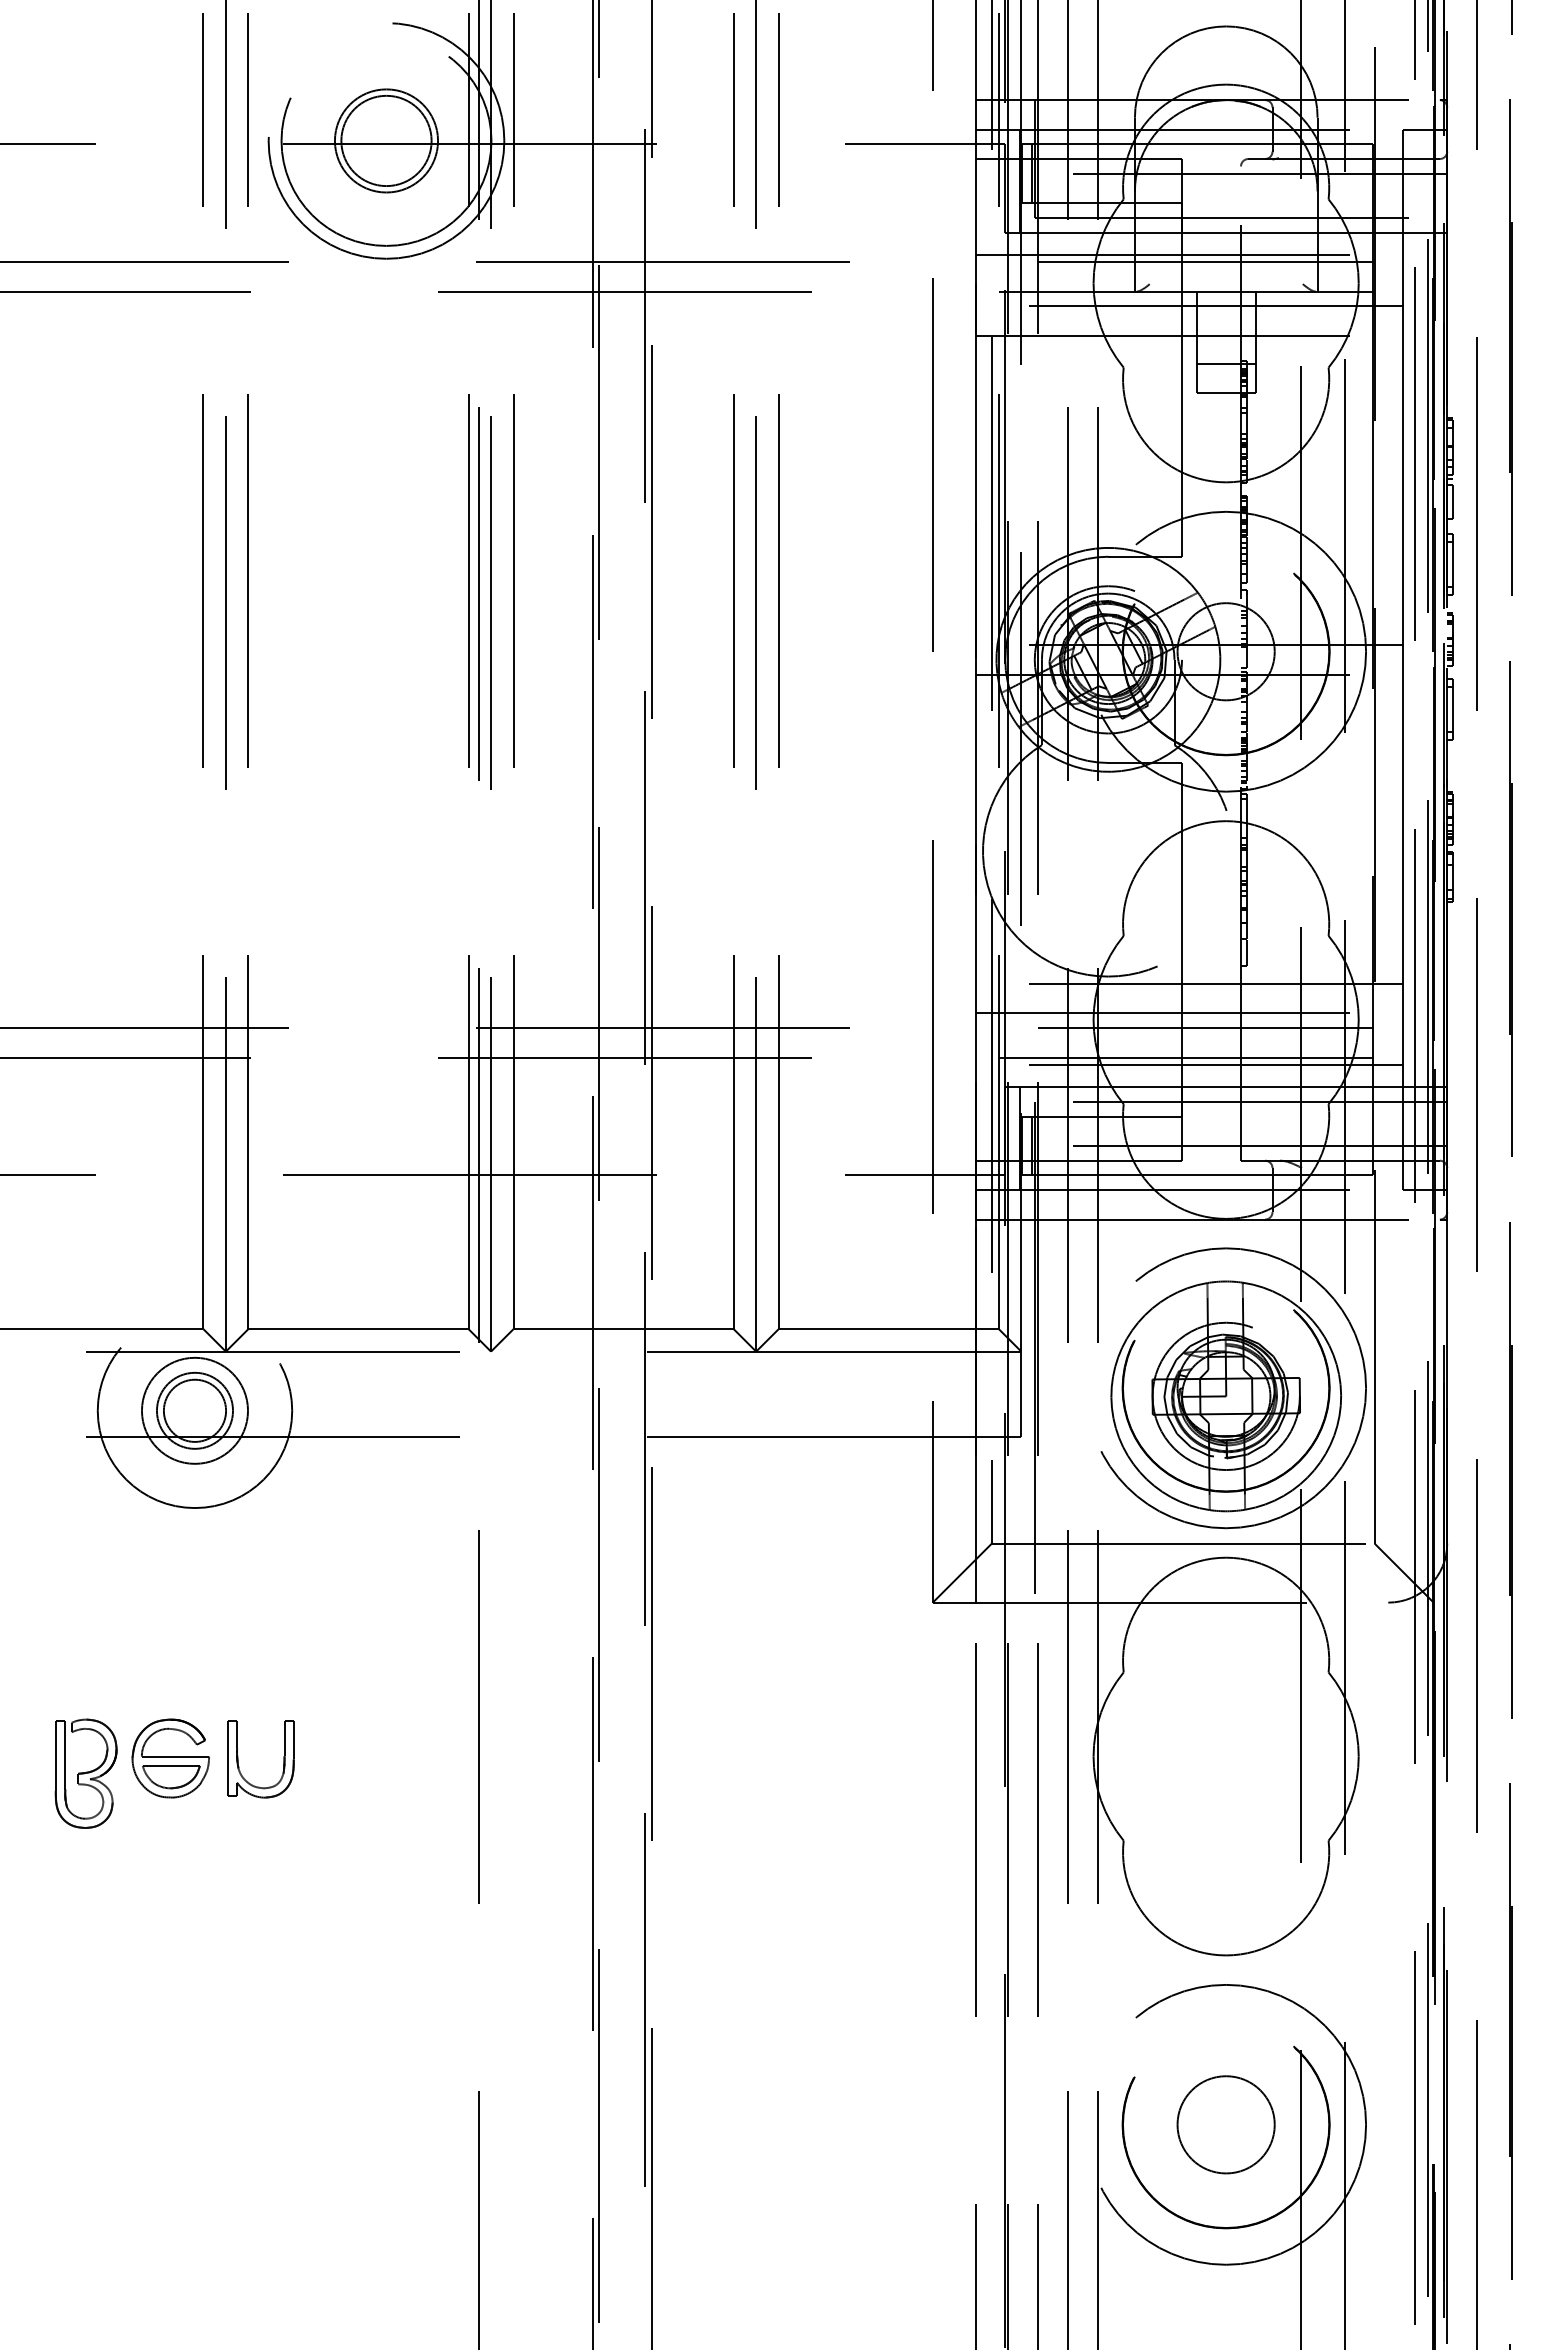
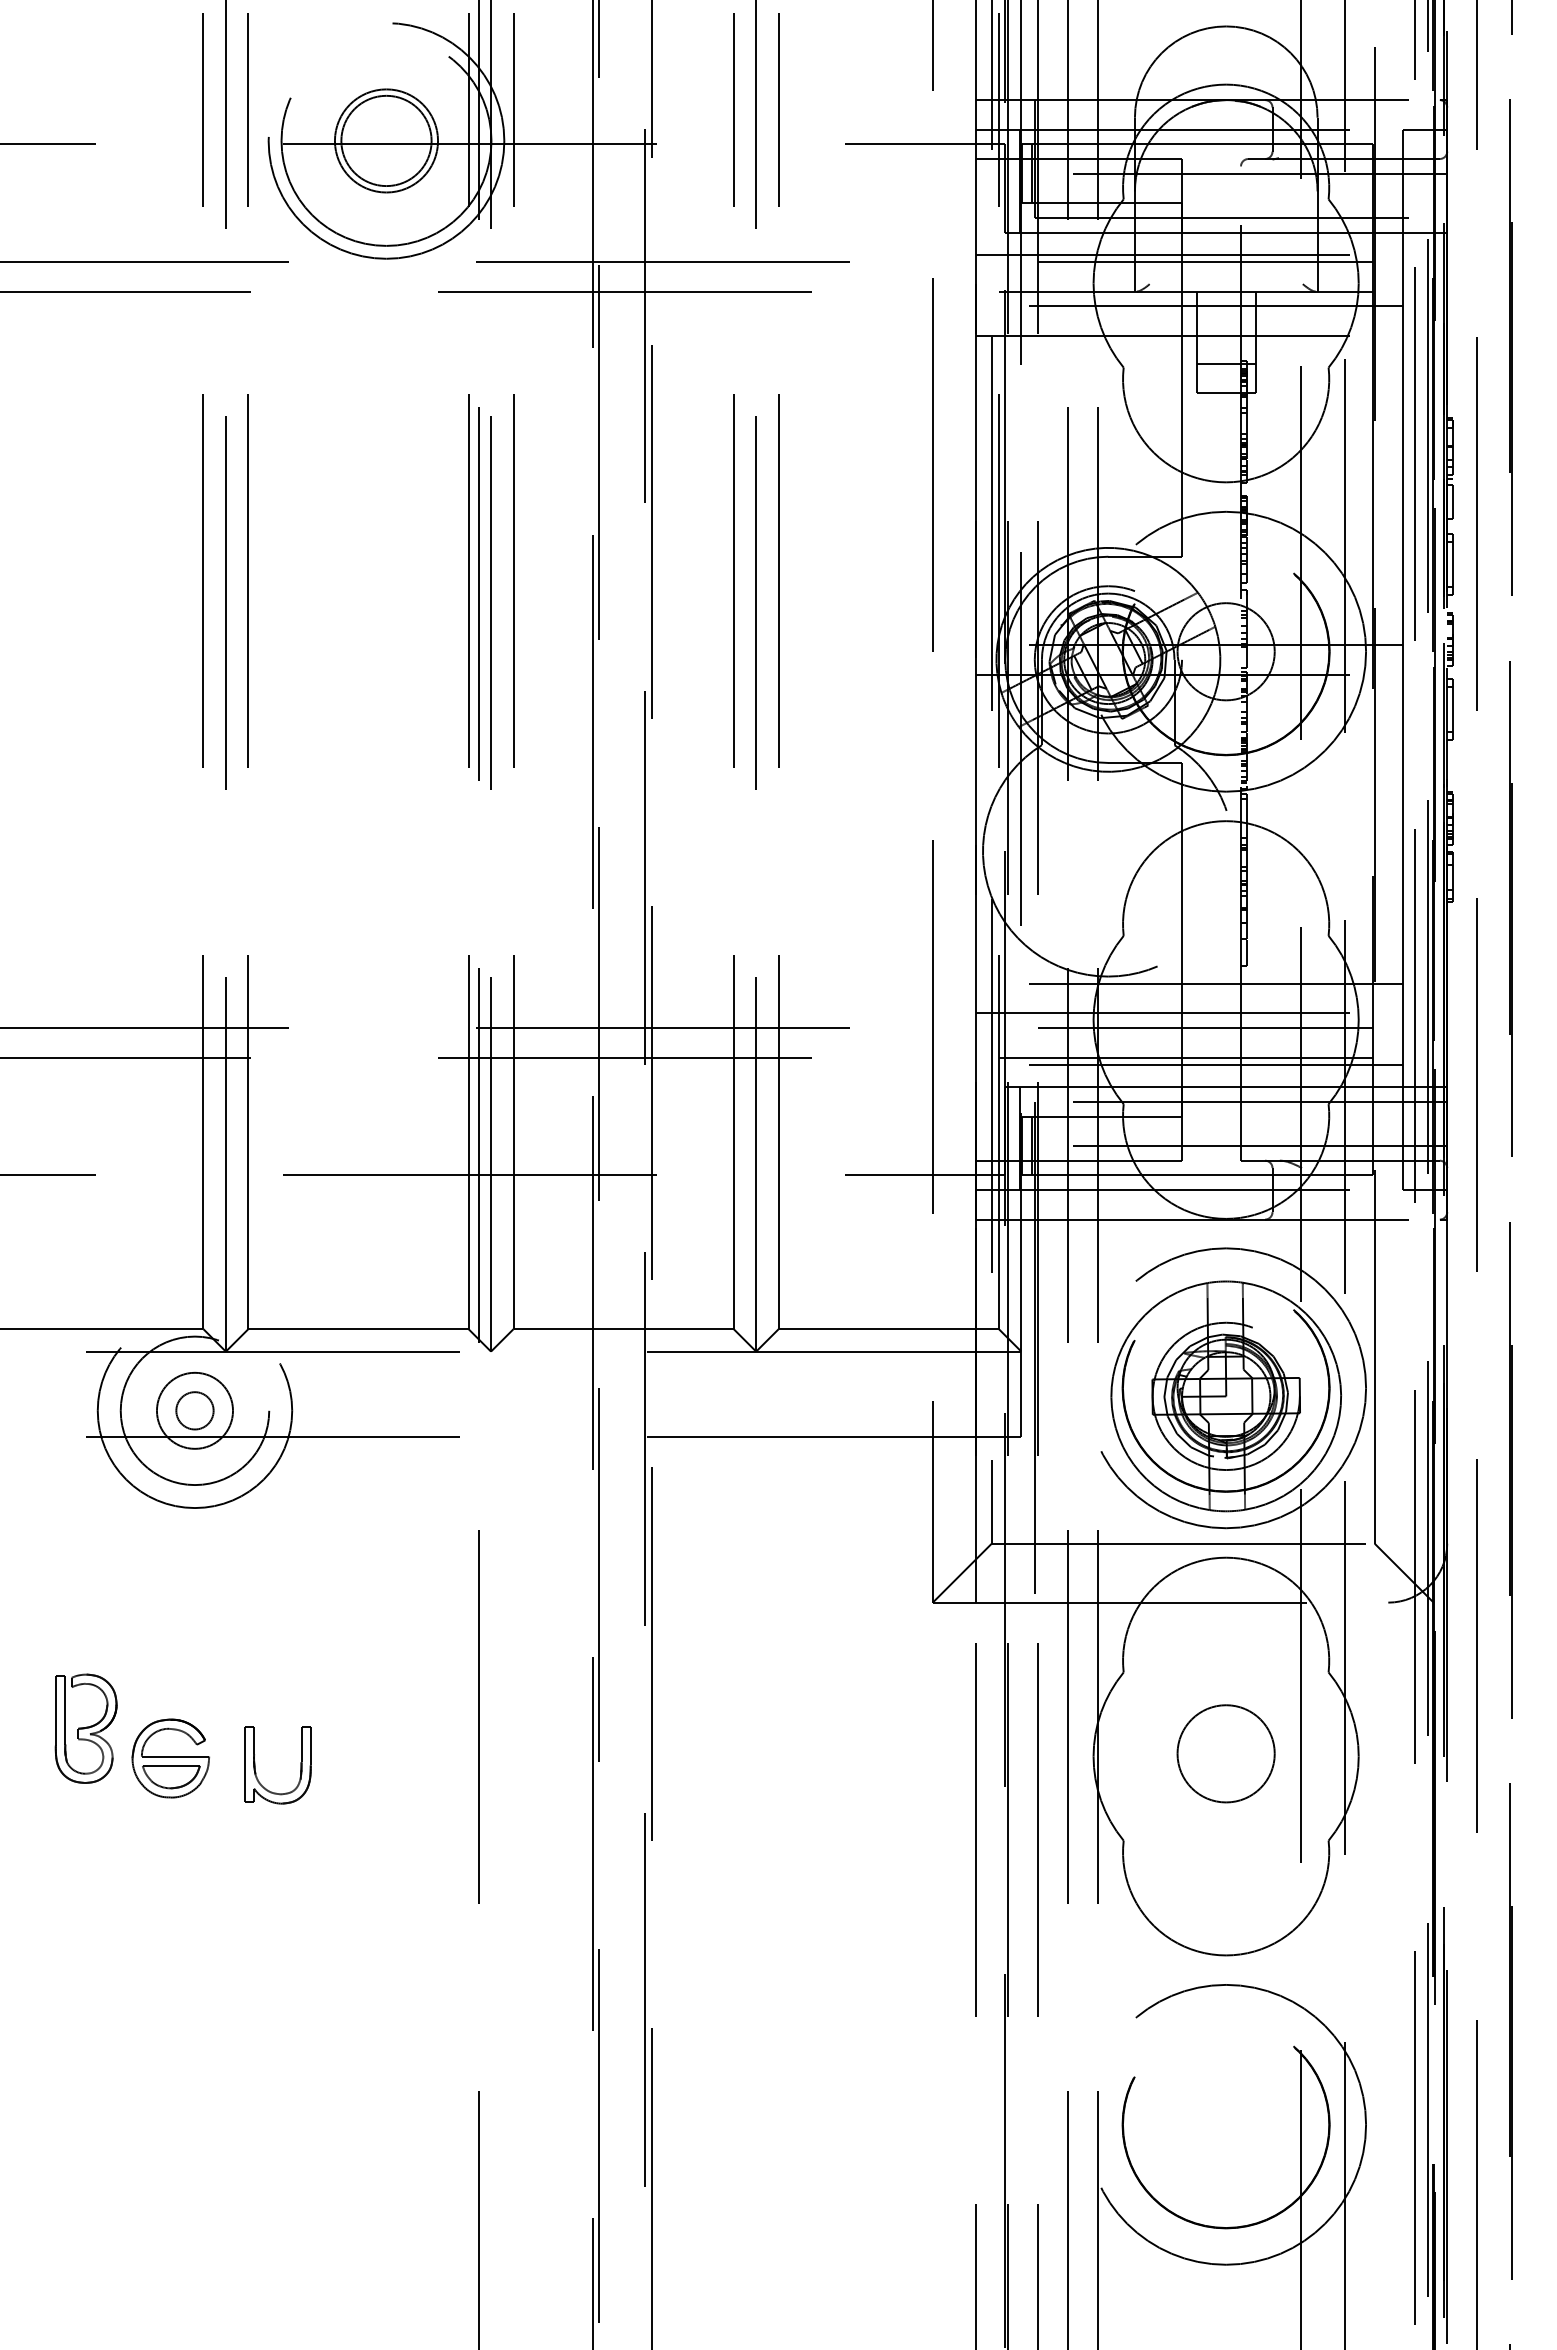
circle at (194, 1410) diameter: 106 px -> 148 px
circle at (194, 1410) diameter: 62 px -> 37 px
part at (238, 1759) position: (238, 1759) -> (255, 1765)
part at (85, 1773) position: (85, 1773) -> (85, 1728)
circle at (1225, 2124) position: (1225, 2124) -> (1225, 1753)
